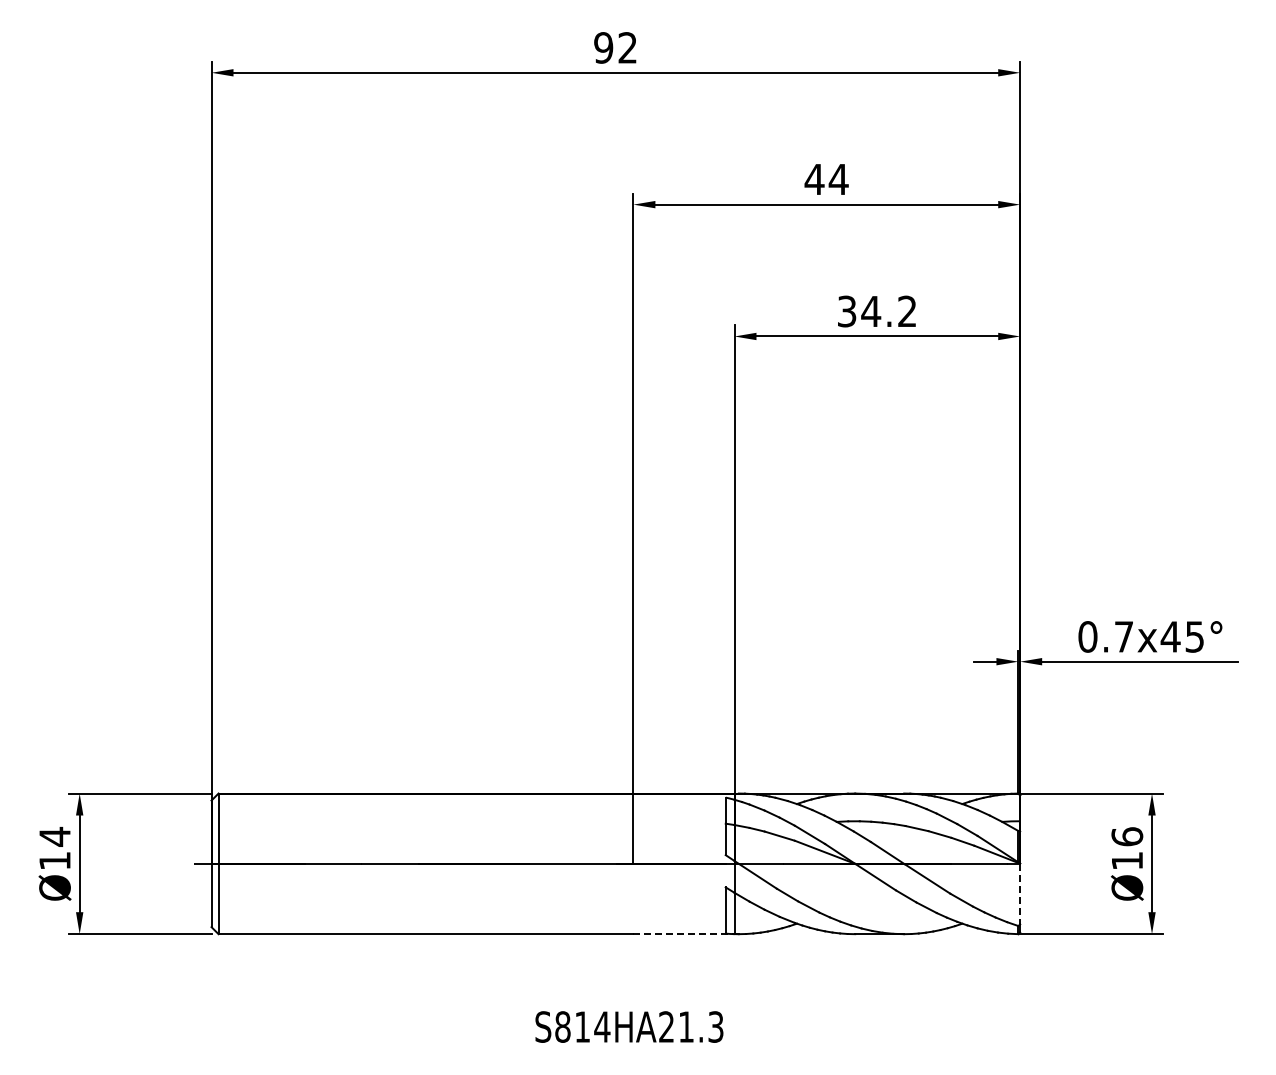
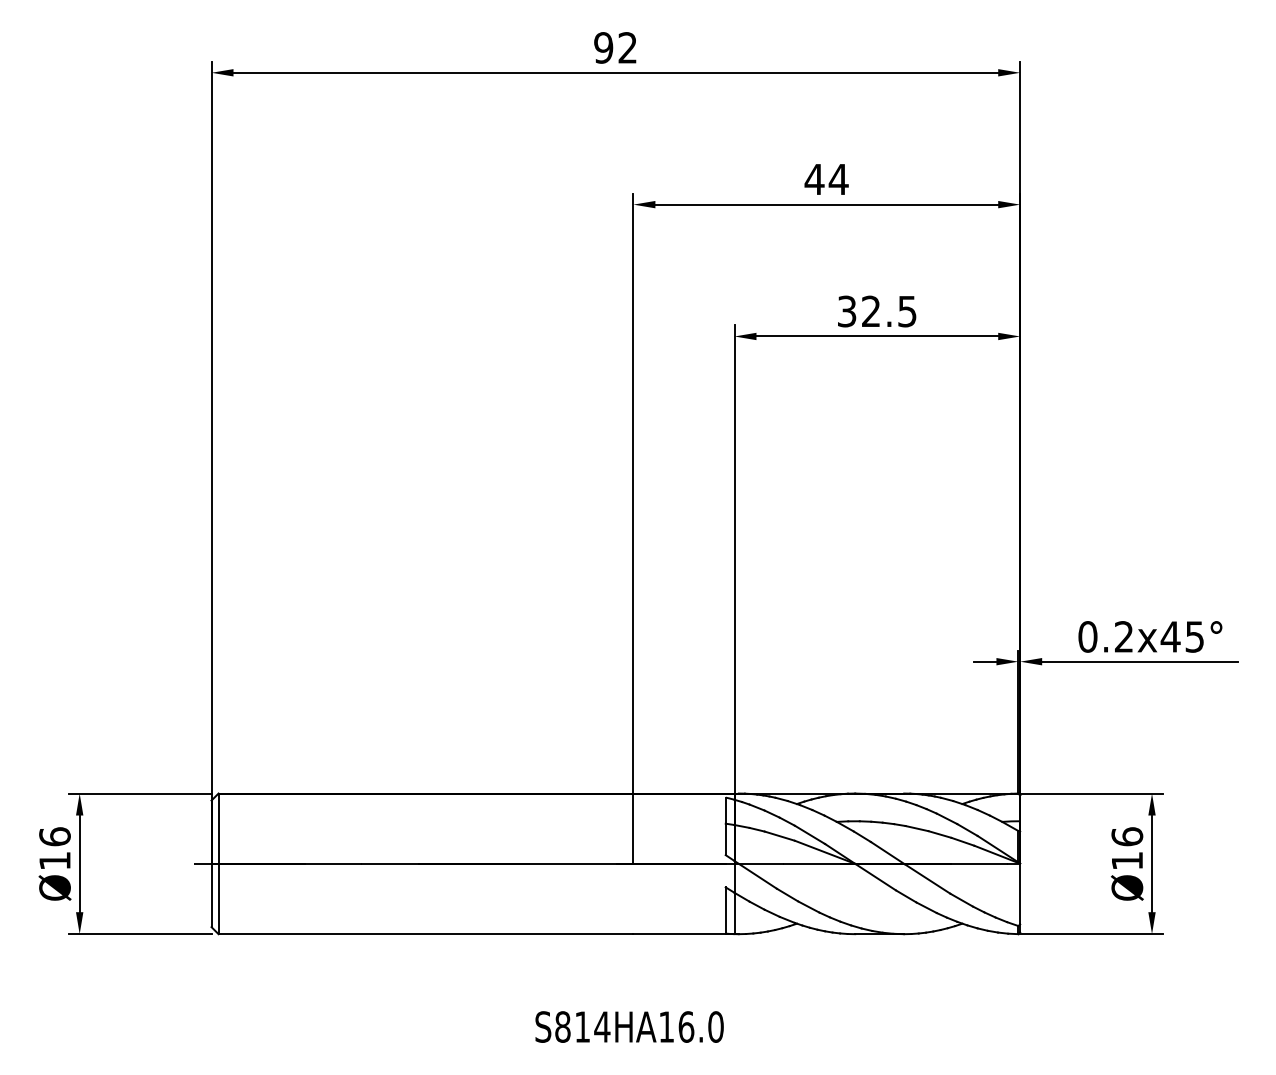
text at (888, 311): 34.2 -> 32.5
text at (1123, 636): 0.7x45° -> 0.2x45°
text at (54, 836): Ø14 -> Ø16
line at (1020, 894): dashed -> solid
line at (683, 934): dashed -> solid
text at (691, 1026): S814HA21.3 -> S814HA16.0
